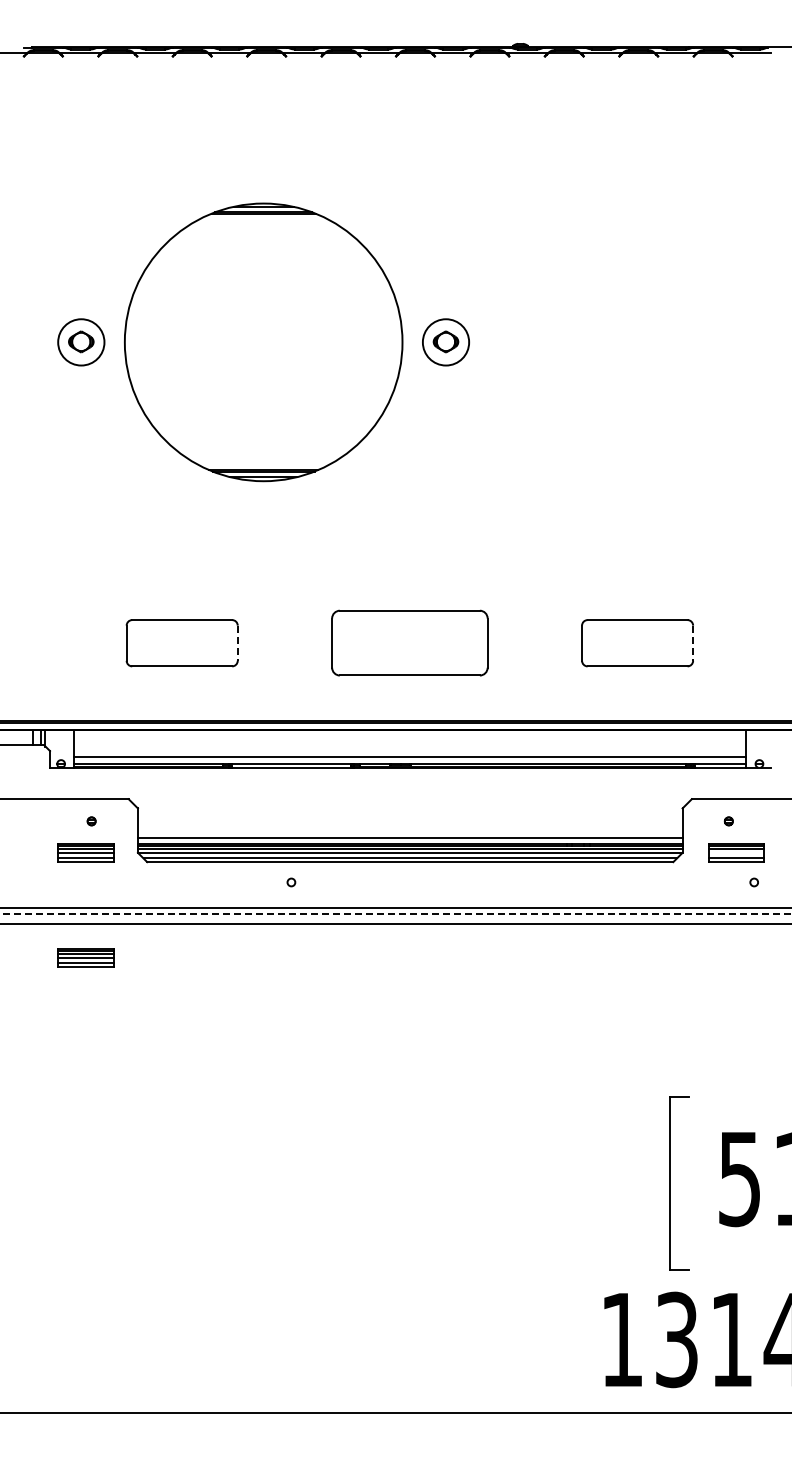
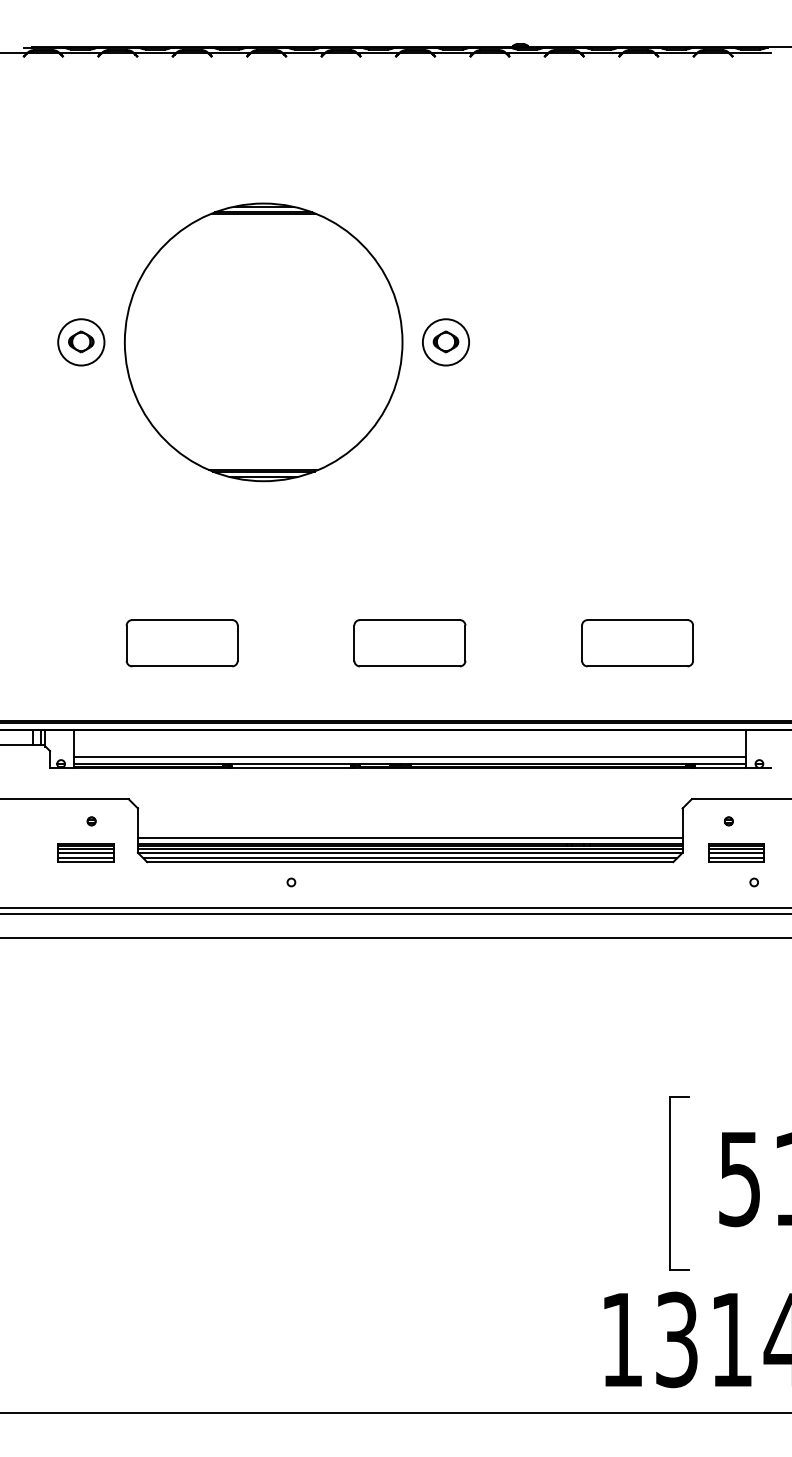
part at (409, 642) size: 158x68 px -> 114x49 px
line at (237, 643): dashed -> solid
line at (693, 643): dashed -> solid
line at (736, 853): none -> present
line at (395, 913): dashed -> solid
line at (395, 924) position: (395, 924) -> (395, 938)
part at (85, 957): present -> none
